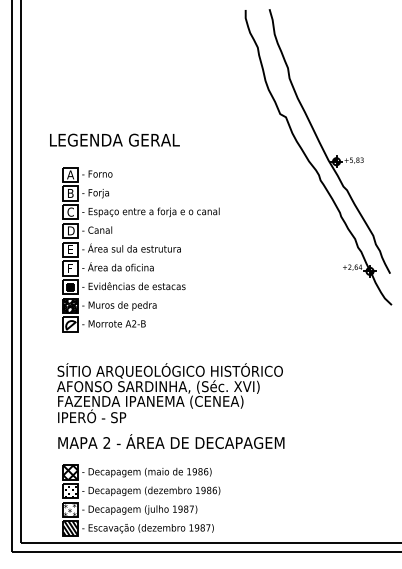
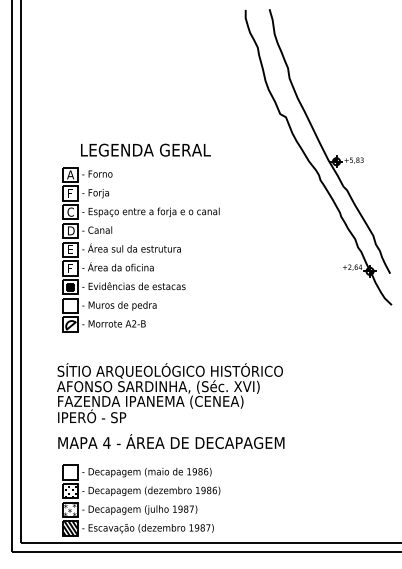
text at (114, 139) position: (114, 139) -> (145, 149)
text at (71, 193): B -> F
hatch at (70, 305): present -> none
text at (106, 442): 2 -> 4
hatch at (70, 472): present -> none
